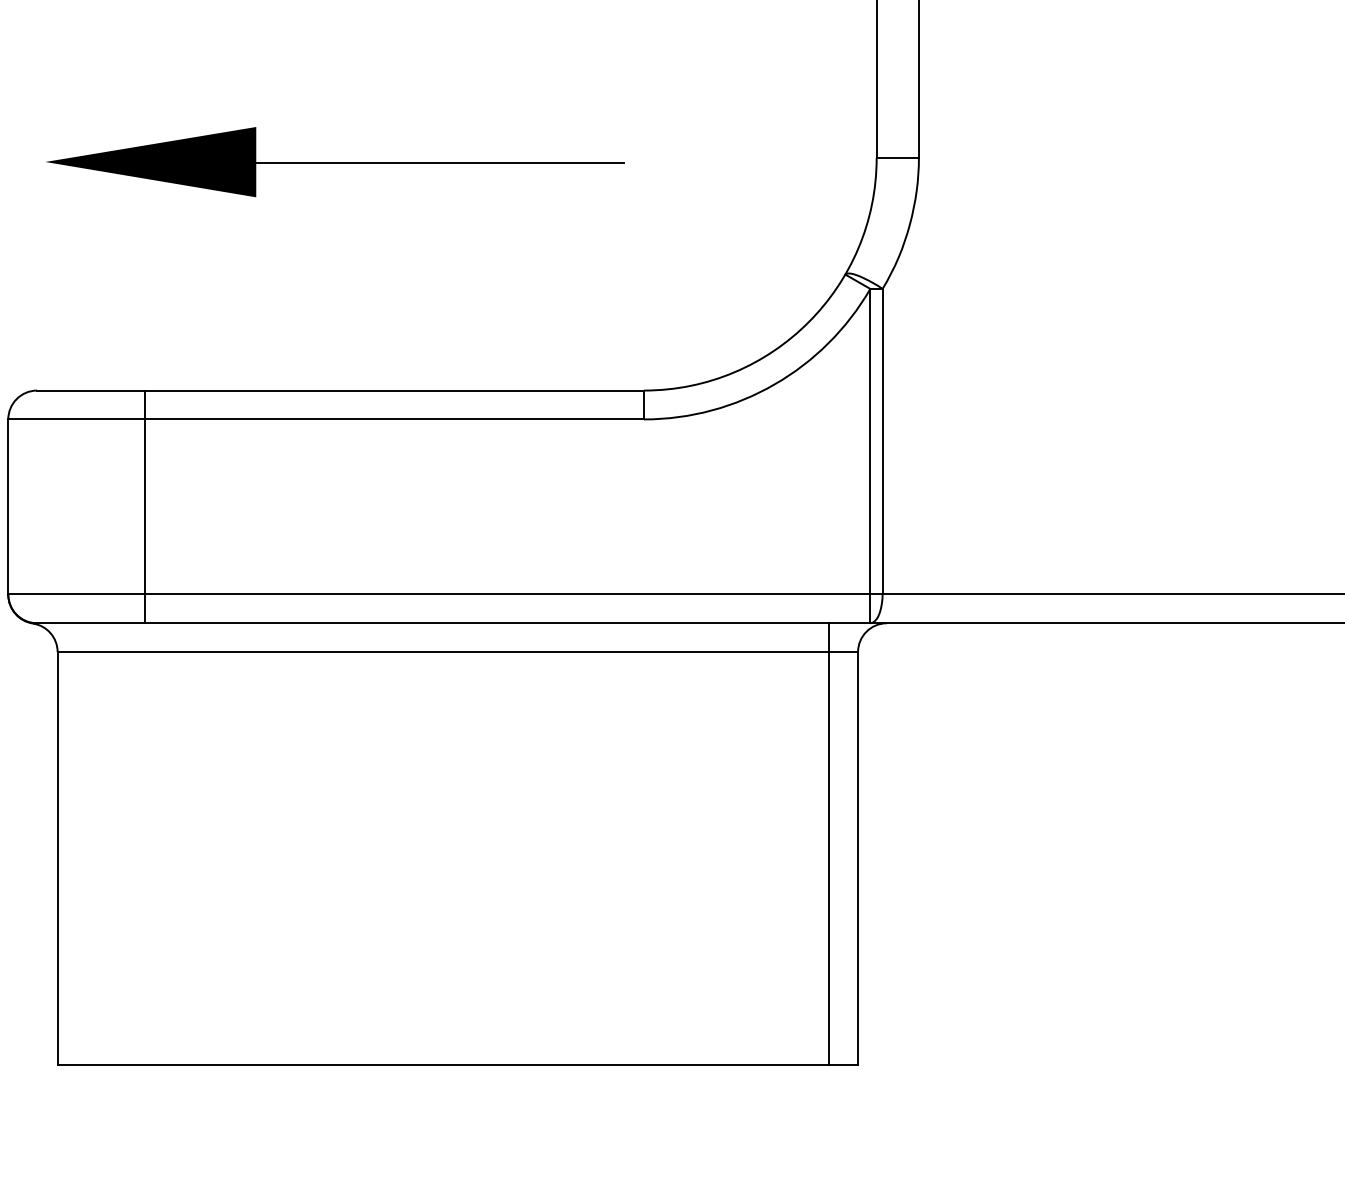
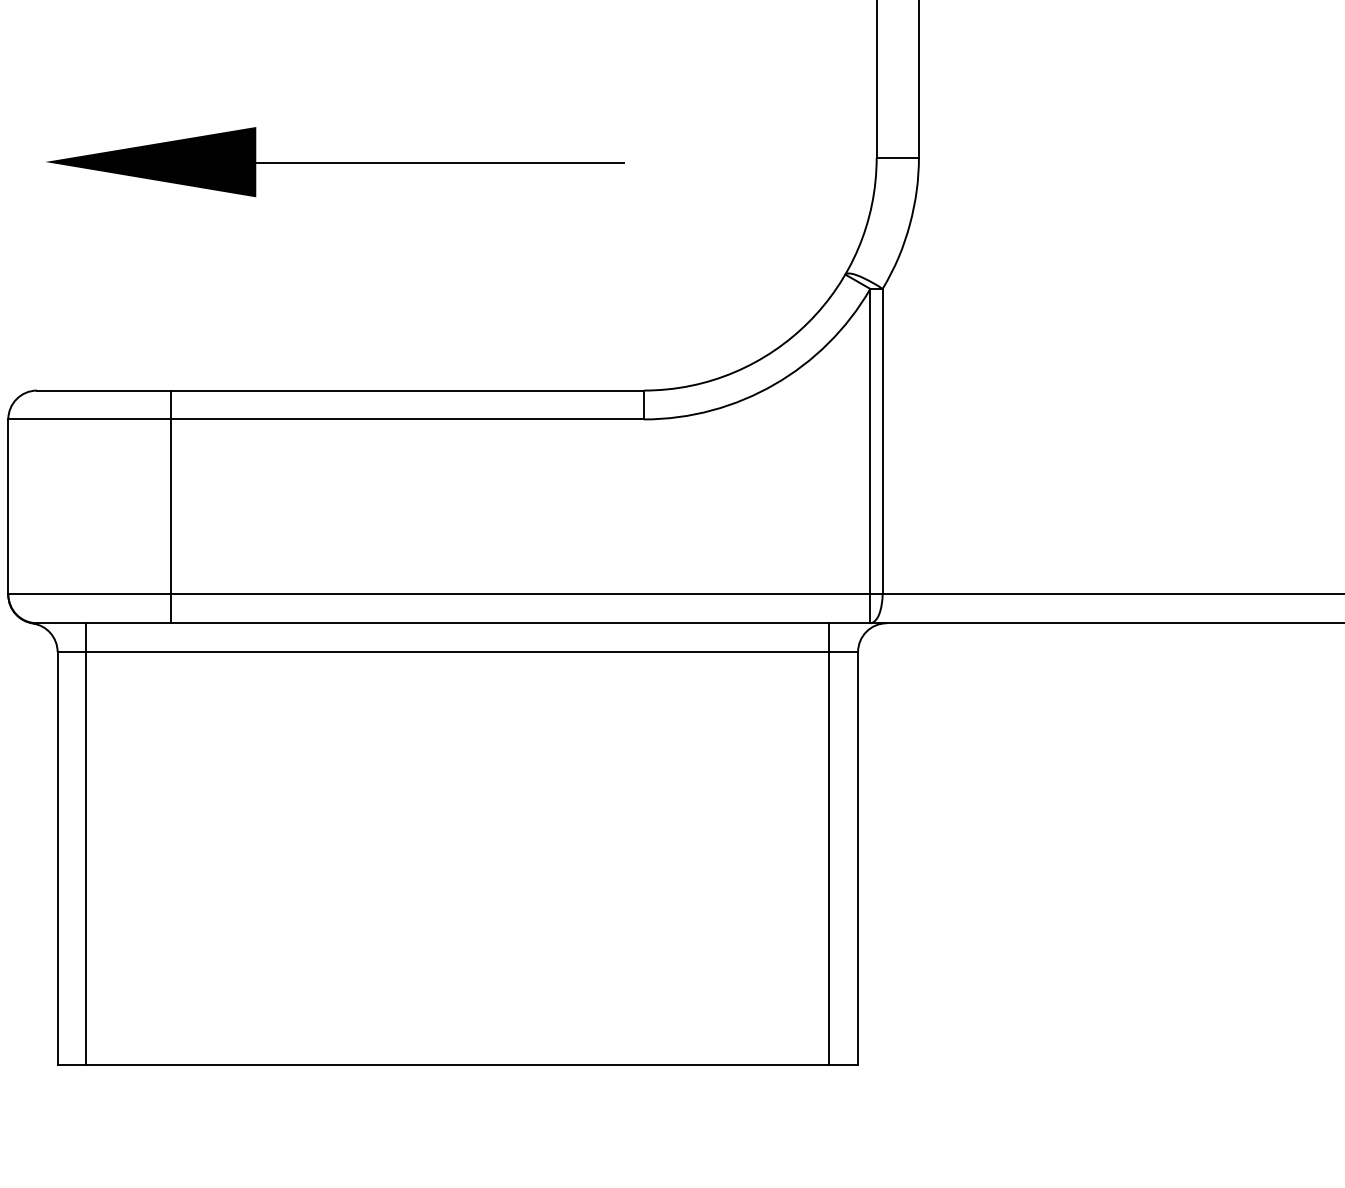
line at (145, 506) position: (145, 506) -> (171, 506)
line at (86, 844): none -> present
